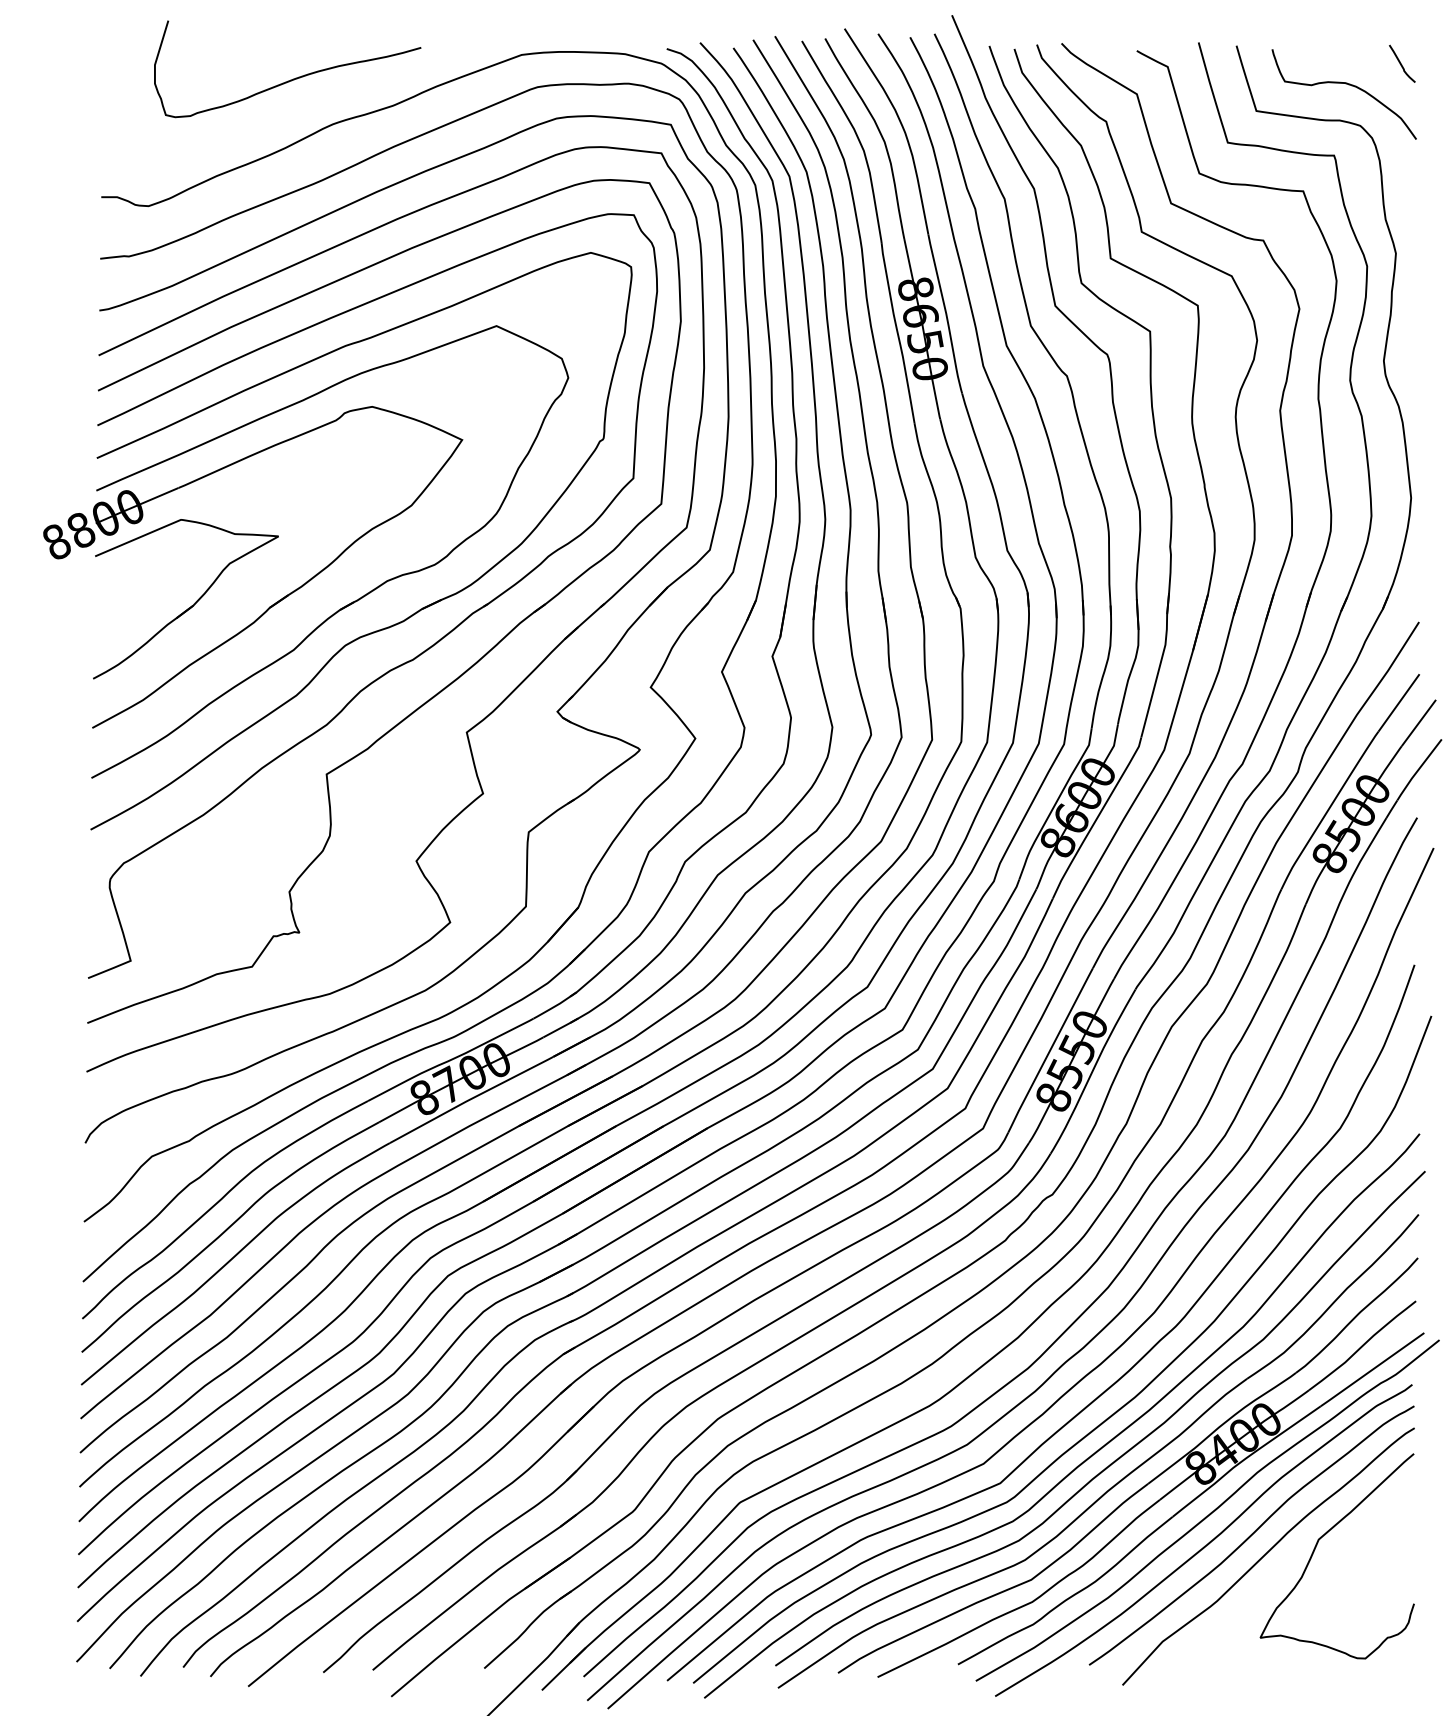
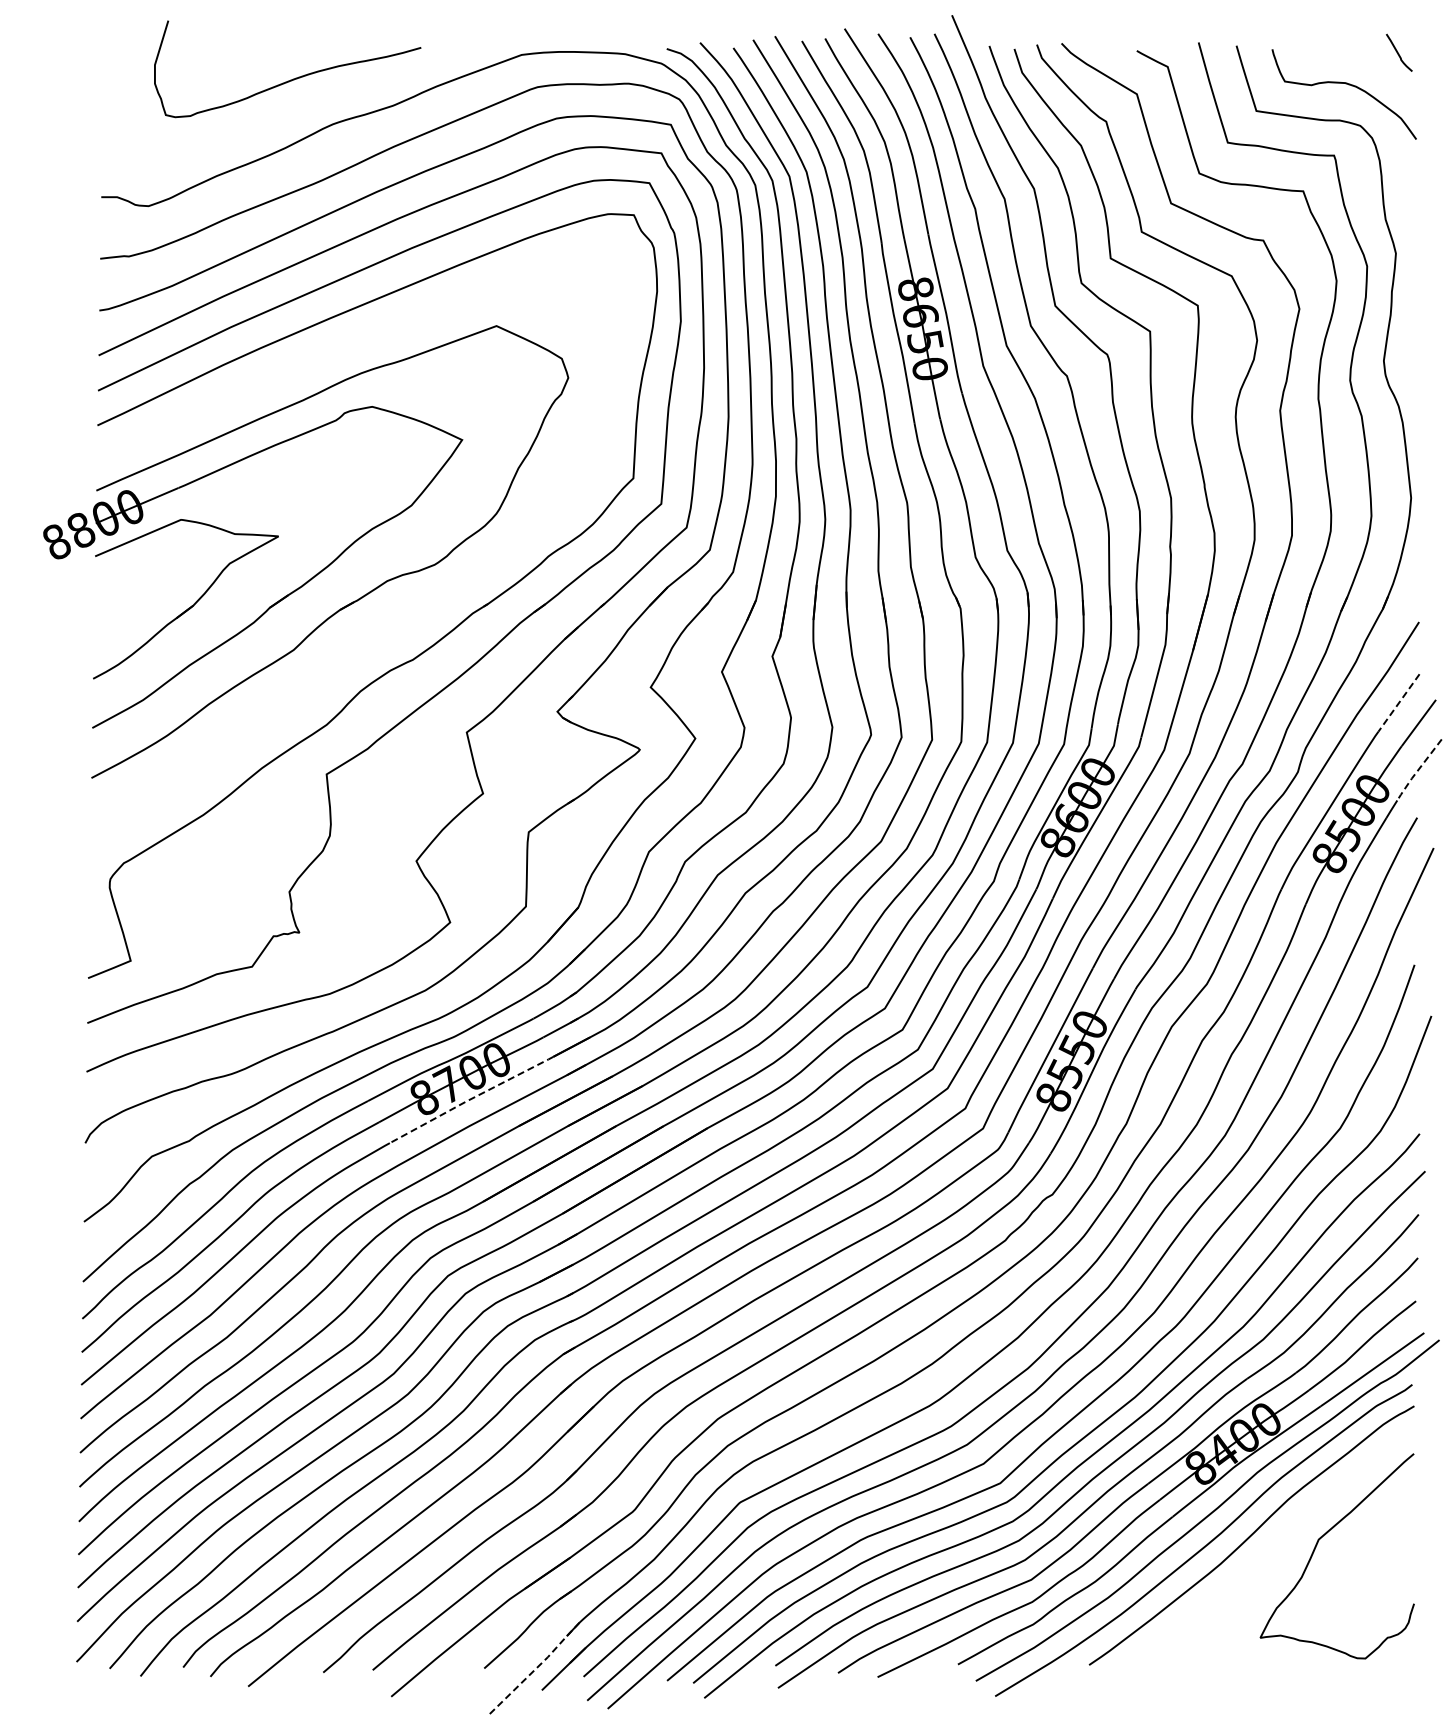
curve at (1401, 63) position: (1401, 63) -> (1398, 52)
part at (411, 614): present -> none
line at (1398, 703): solid -> dashed
line at (1417, 770): solid -> dashed
line at (471, 1098): solid -> dashed
curve at (1266, 1554): present -> none
line at (535, 1669): solid -> dashed
